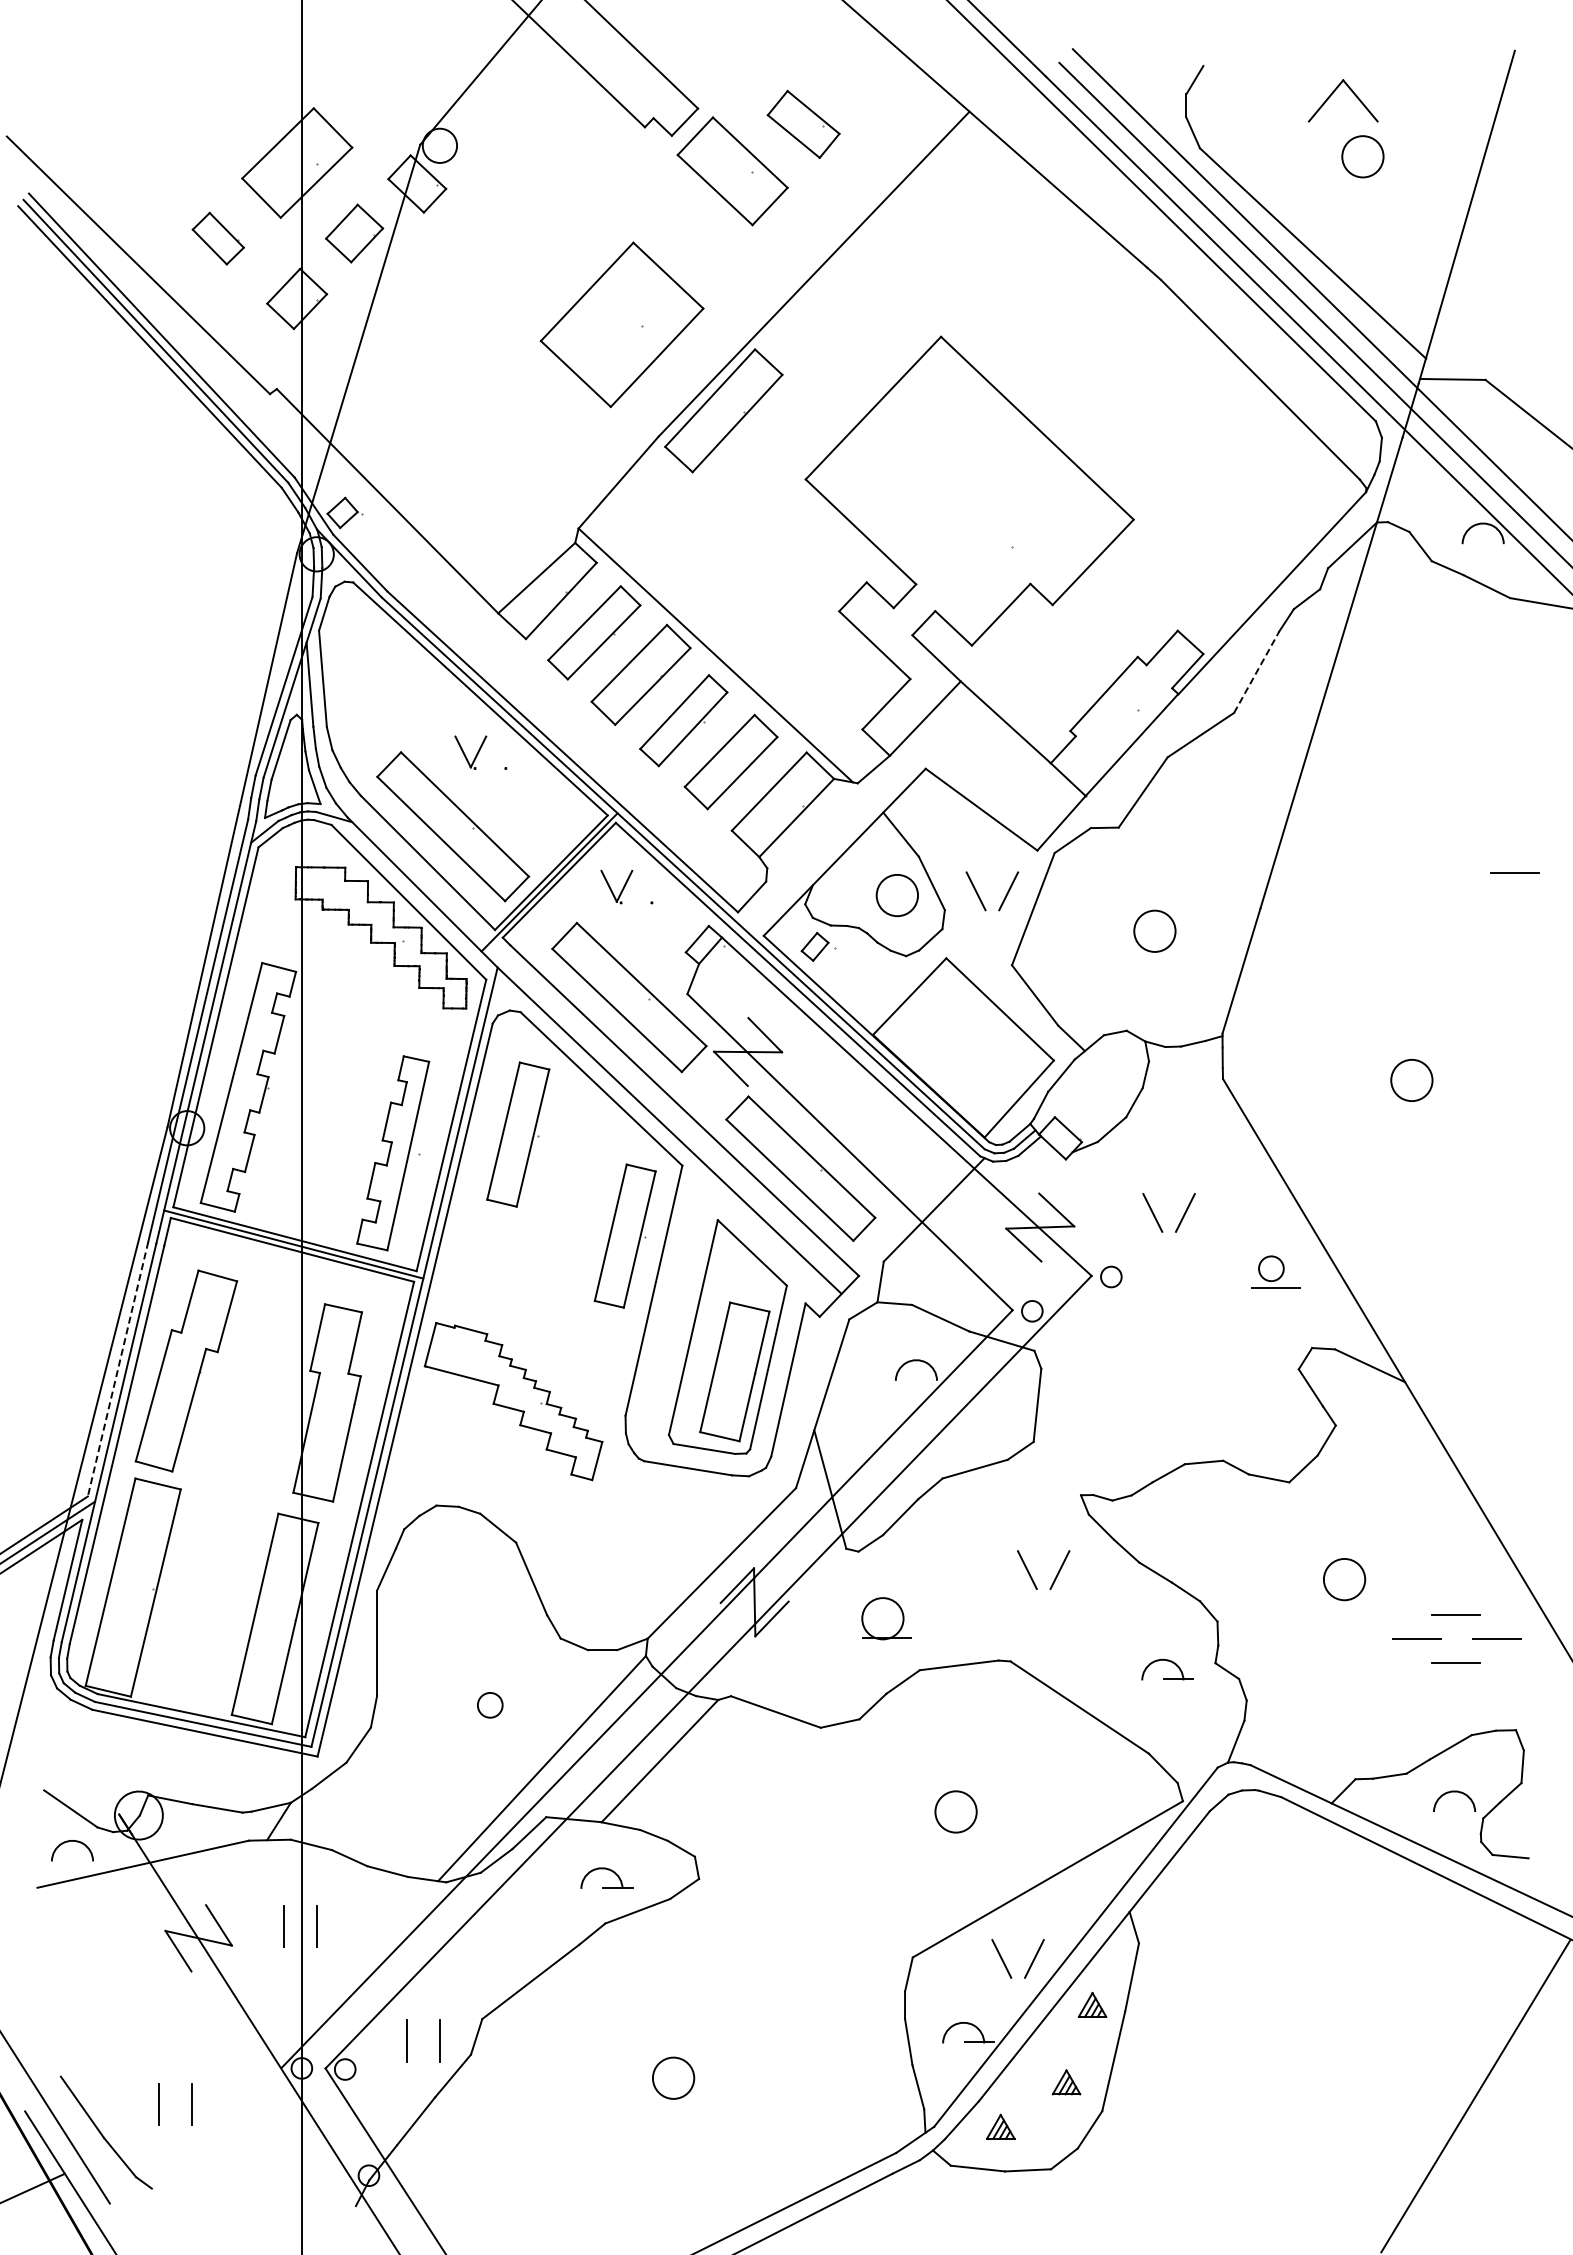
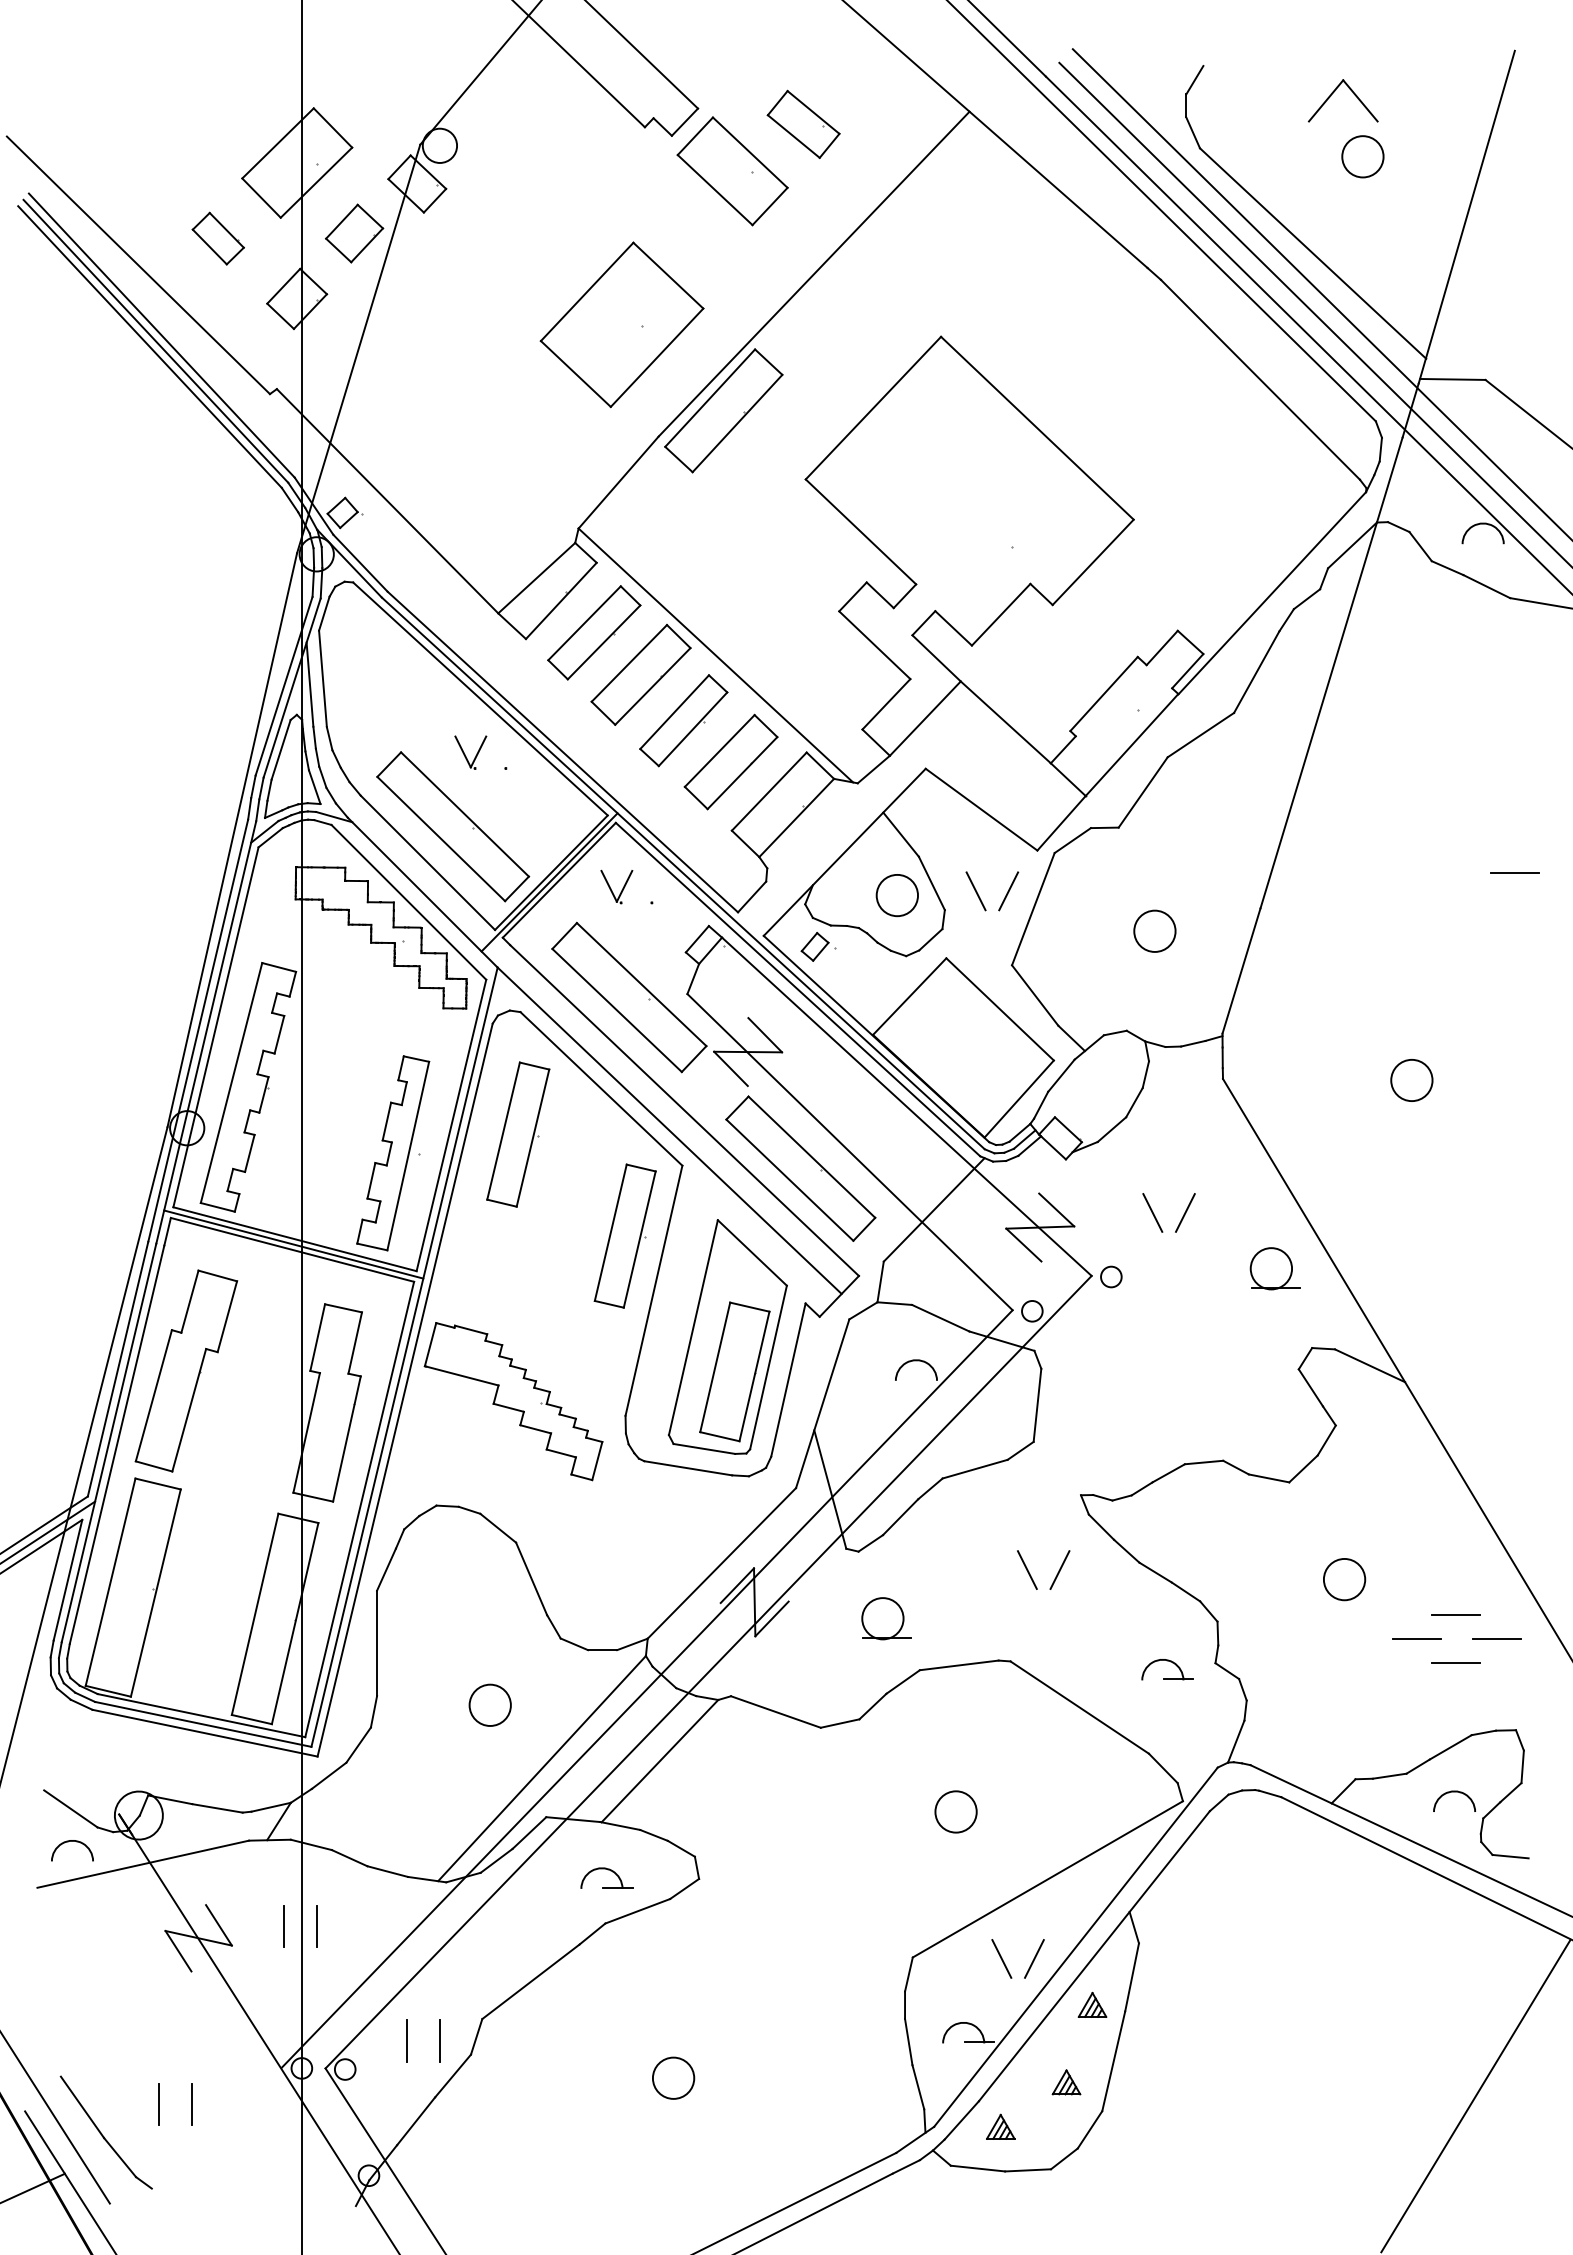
line at (1256, 672): dashed -> solid
circle at (1271, 1268) diameter: 25 px -> 41 px
line at (118, 1369): dashed -> solid
circle at (489, 1704) diameter: 25 px -> 41 px
